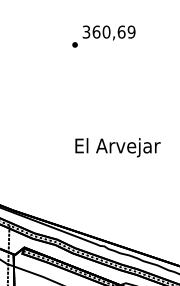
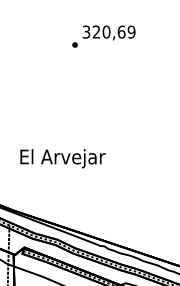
text at (96, 31): 360,69 -> 320,69
text at (117, 147) position: (117, 147) -> (62, 158)
